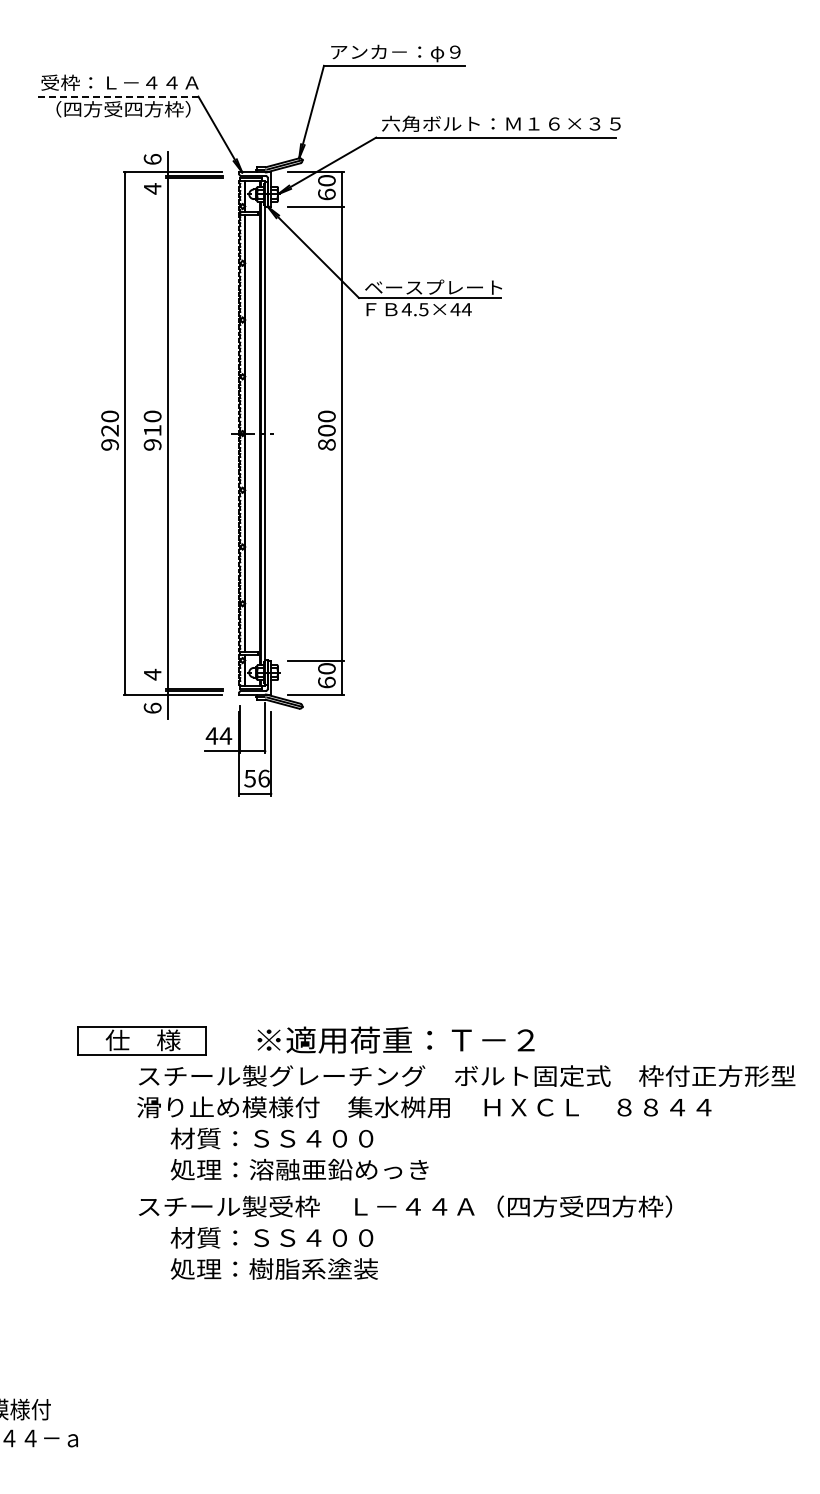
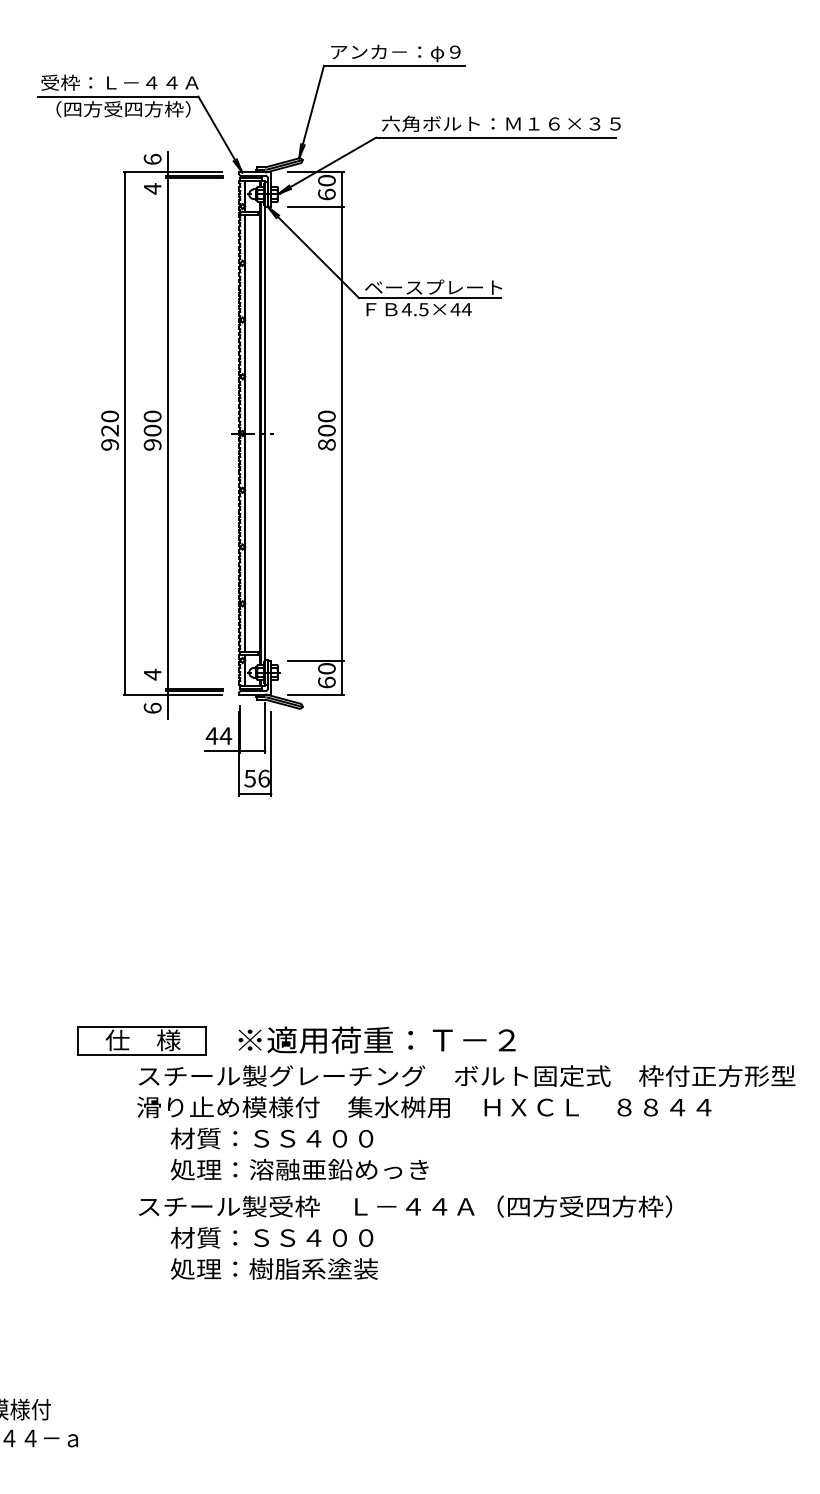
line at (118, 96): dashed -> solid
text at (152, 430): 910 -> 900
text at (395, 1039) position: (395, 1039) -> (376, 1039)
